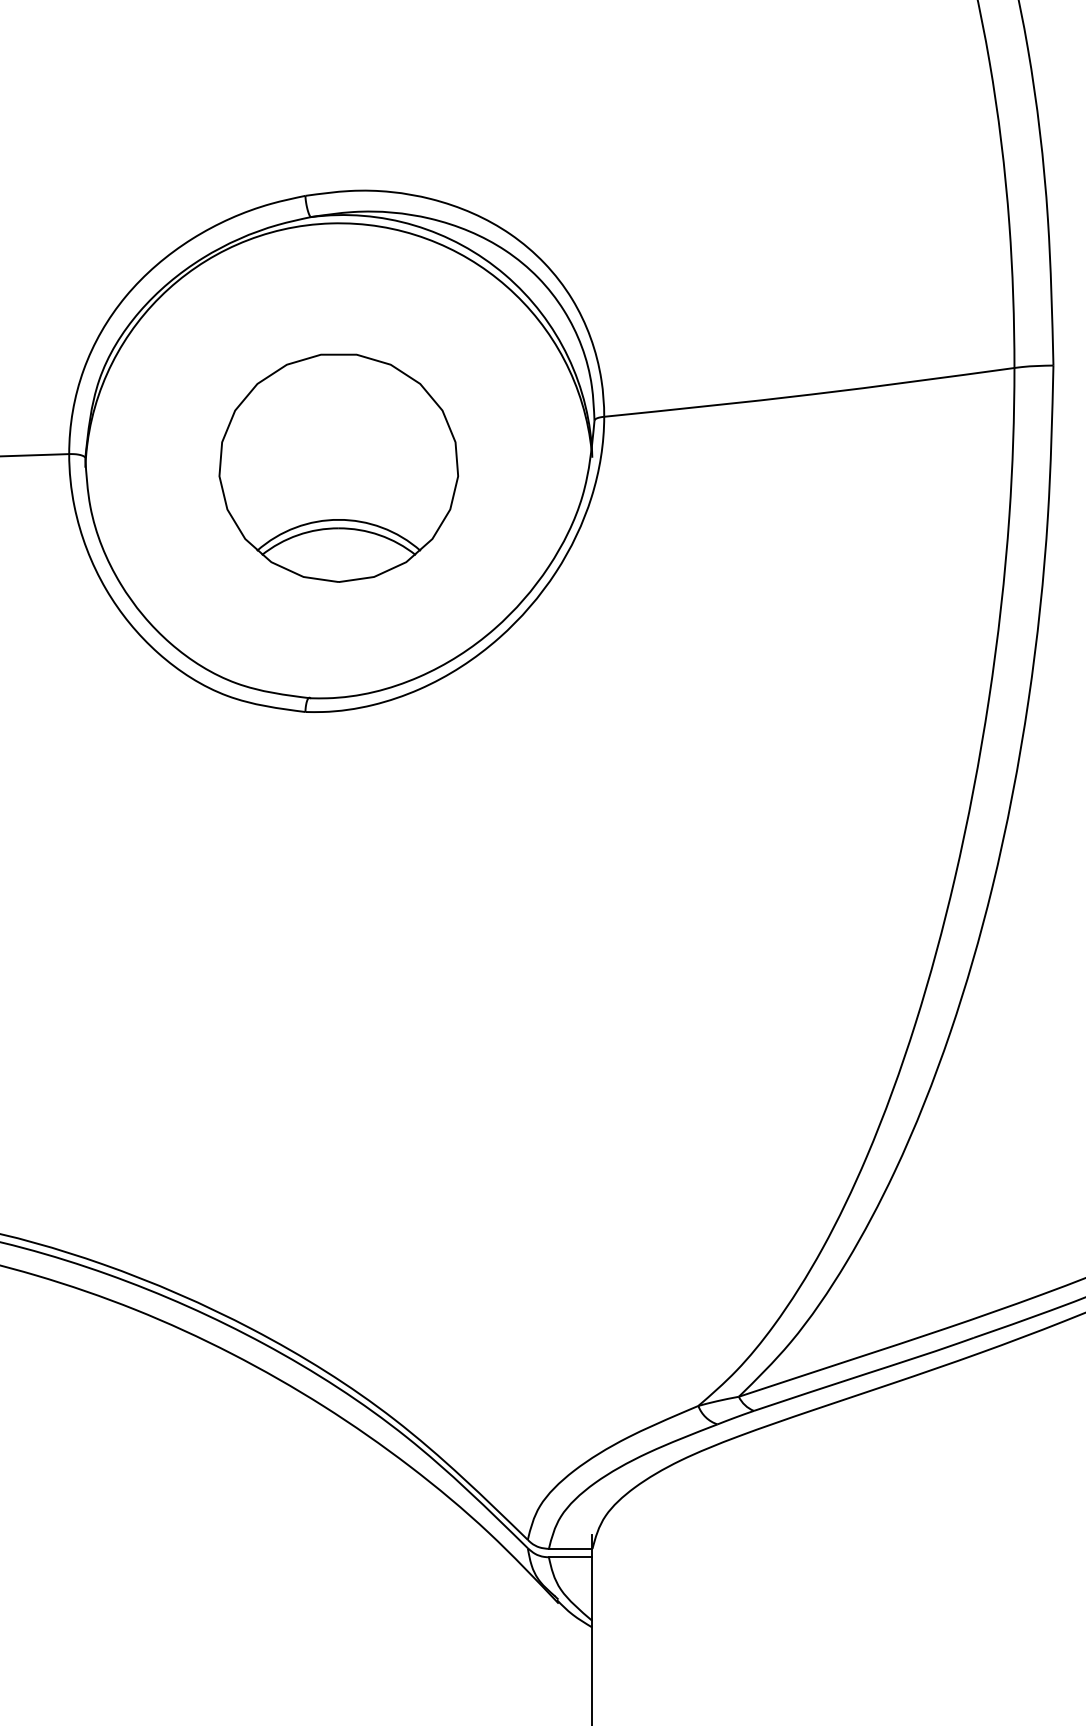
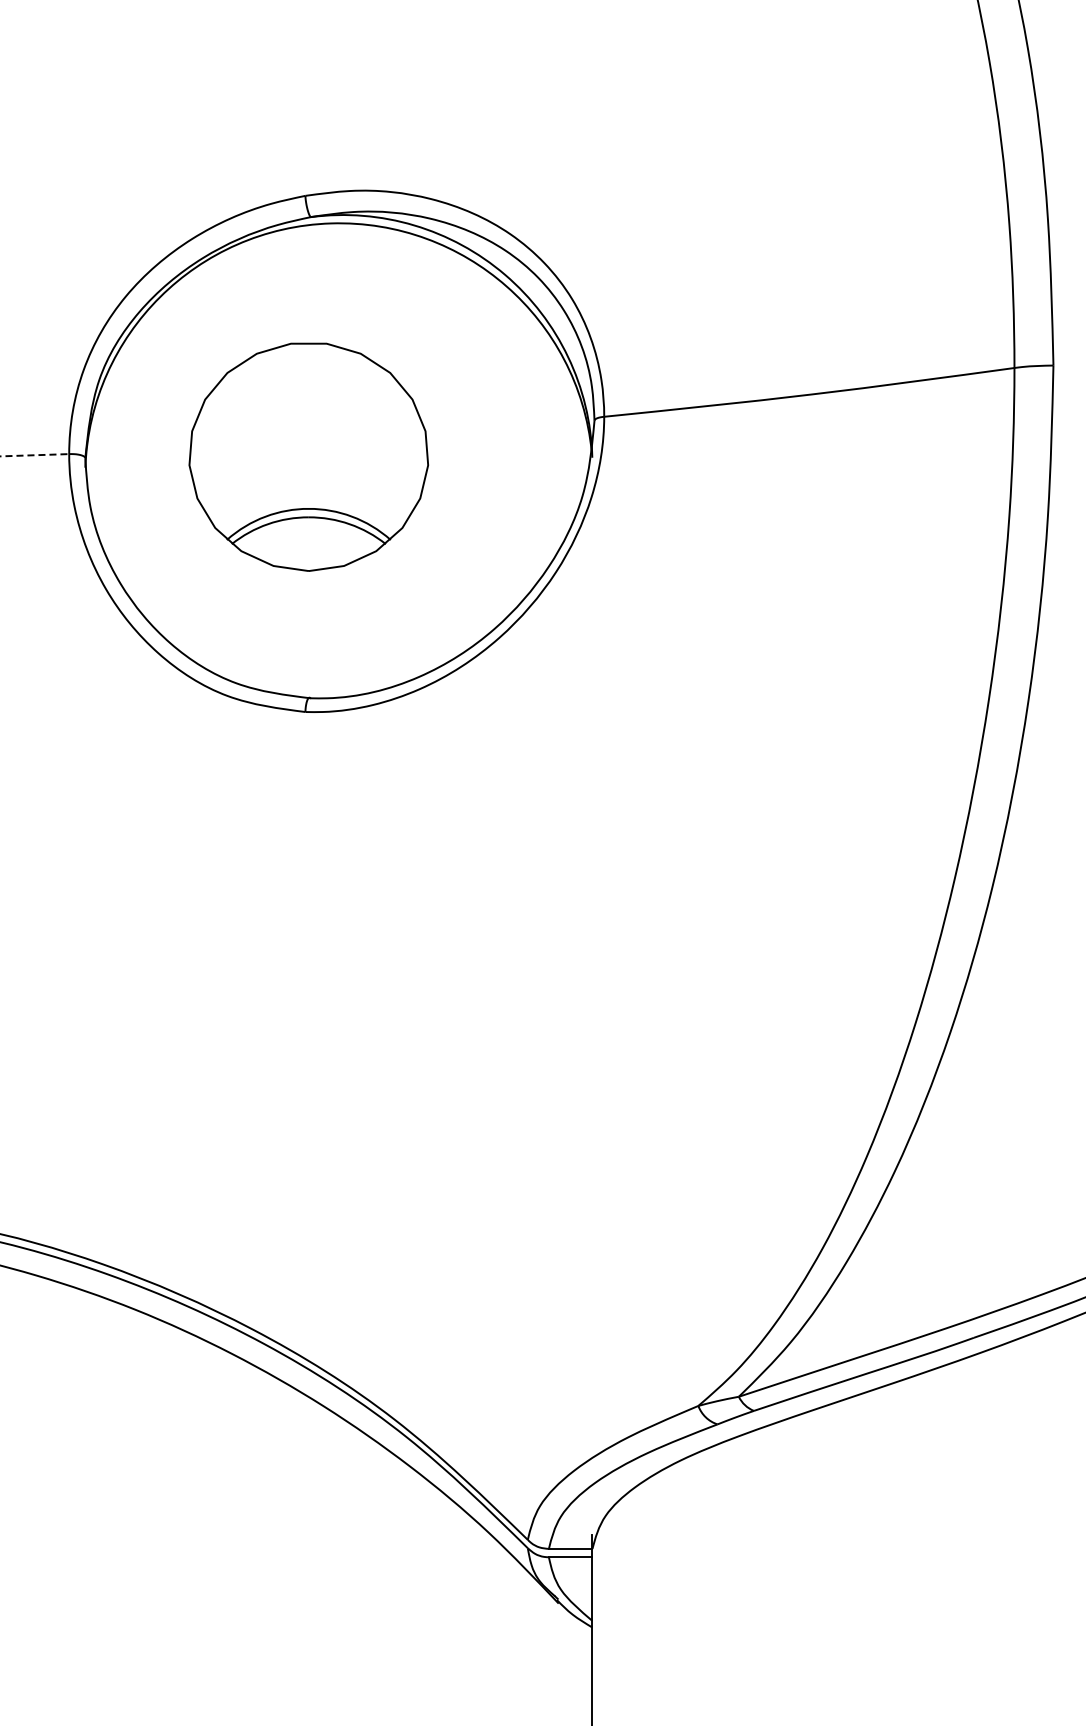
line at (35, 455): solid -> dashed
part at (338, 467) position: (338, 467) -> (308, 456)
